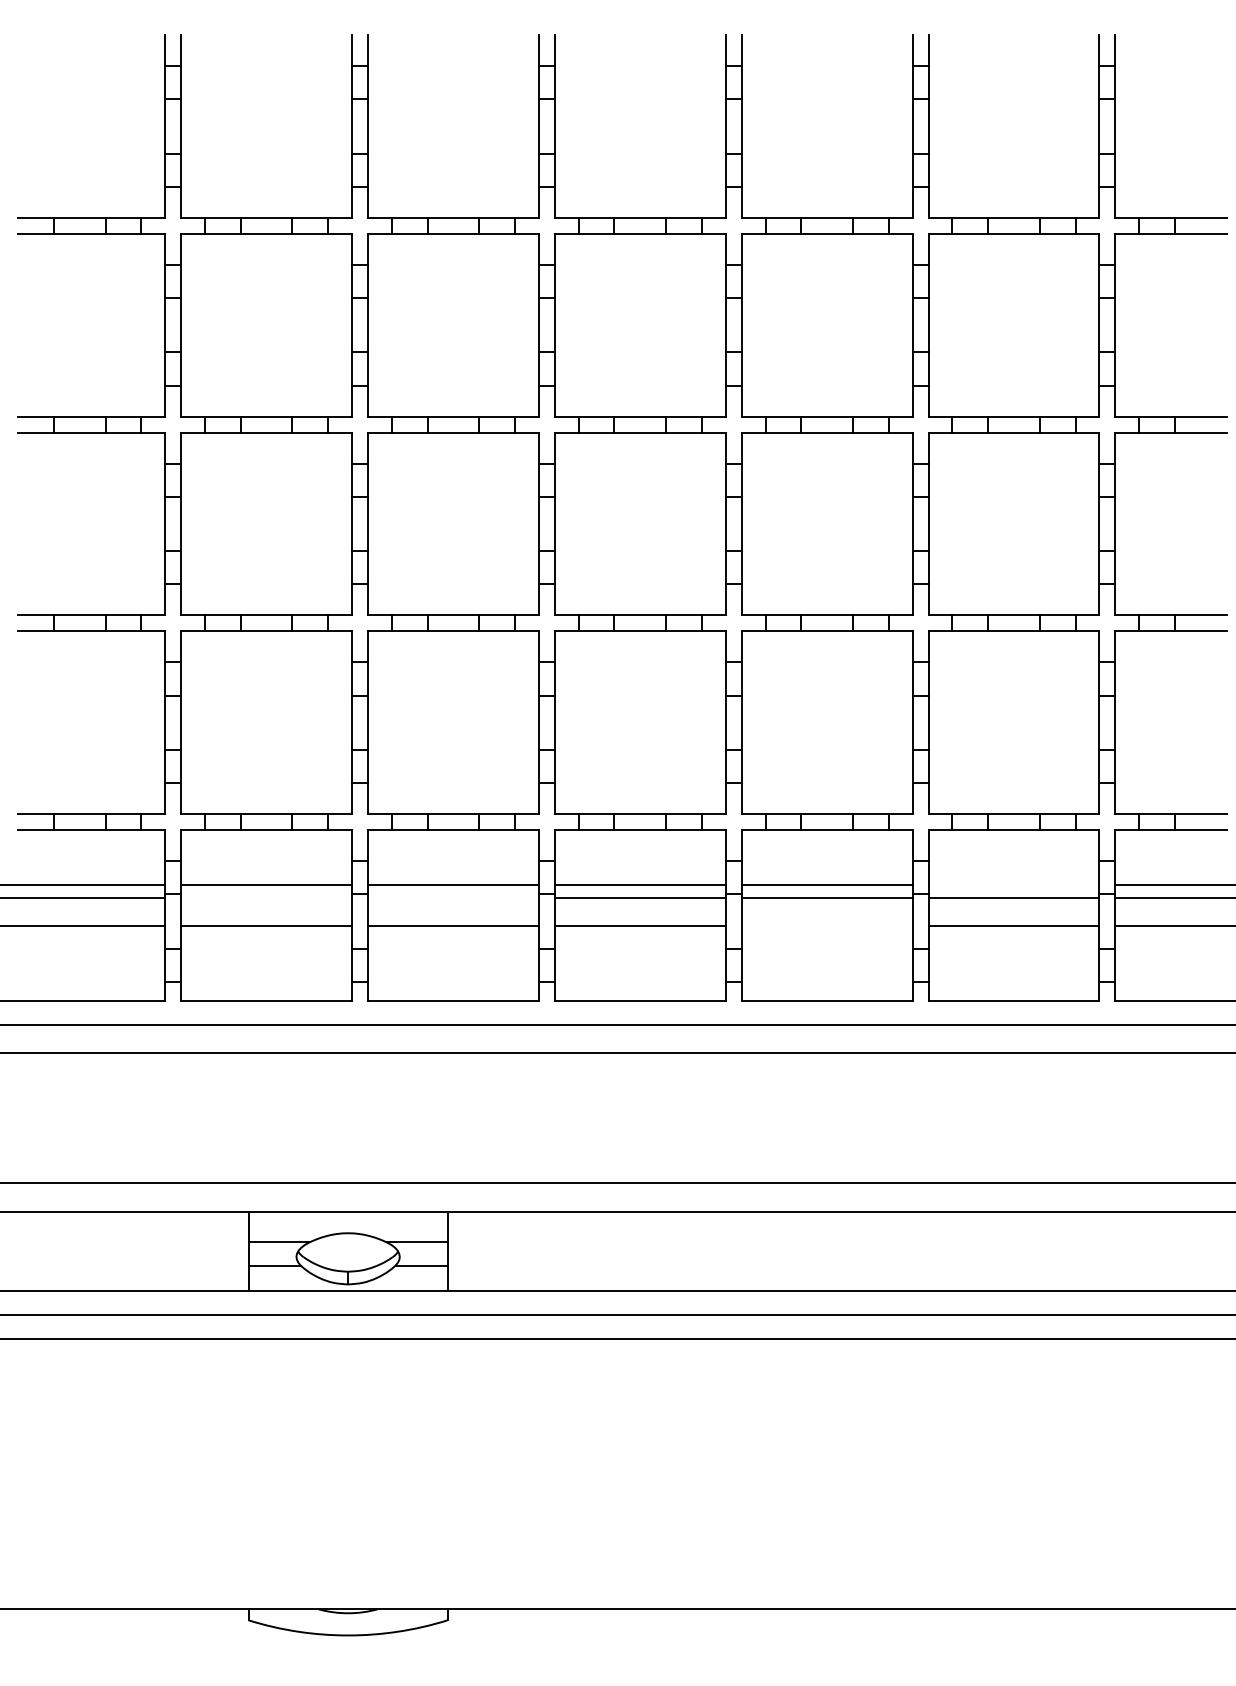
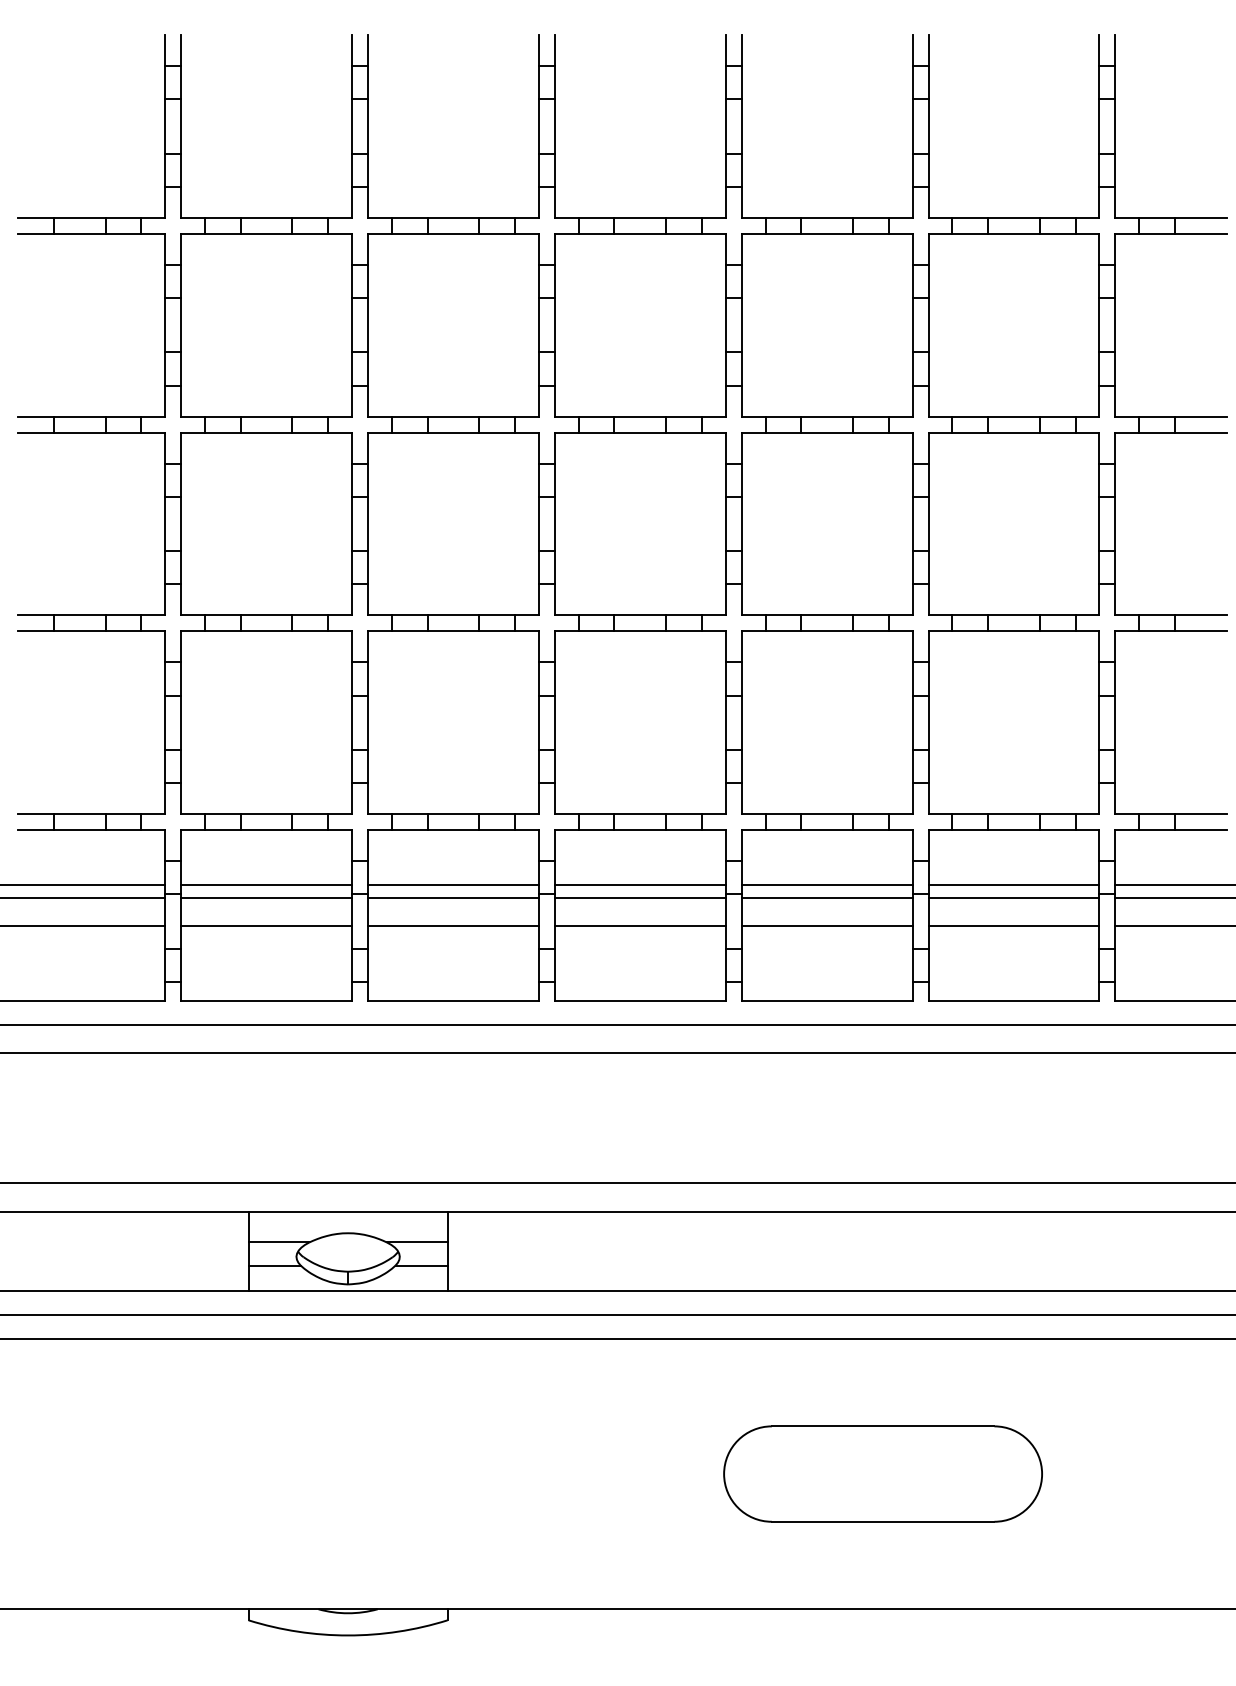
line at (1013, 885): none -> present
line at (266, 897): none -> present
line at (453, 897): none -> present
line at (826, 926): none -> present
part at (882, 1473): none -> present
